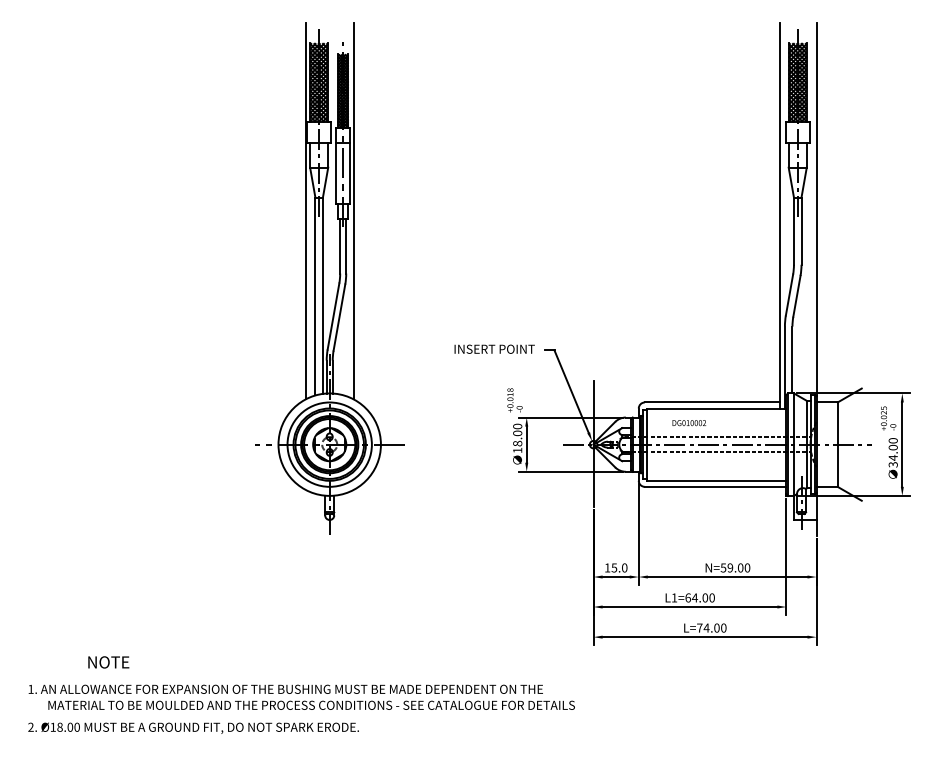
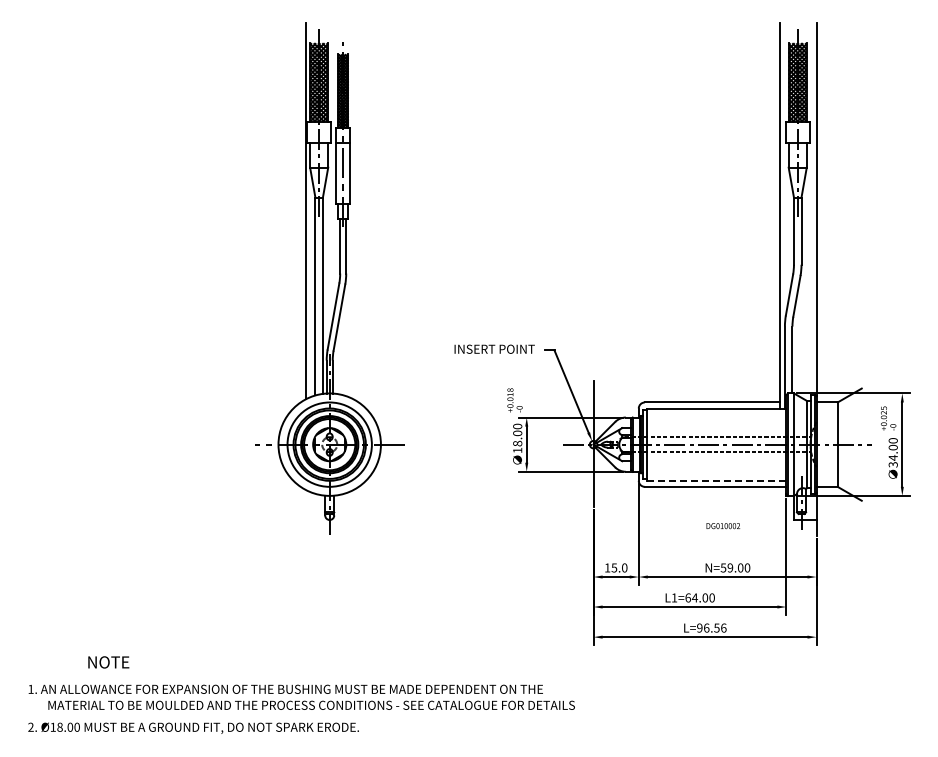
line at (353, 210): present -> none
text at (689, 423) position: (689, 423) -> (723, 526)
line at (716, 480): solid -> dashed
text at (711, 627): L=74.00 -> L=96.56
